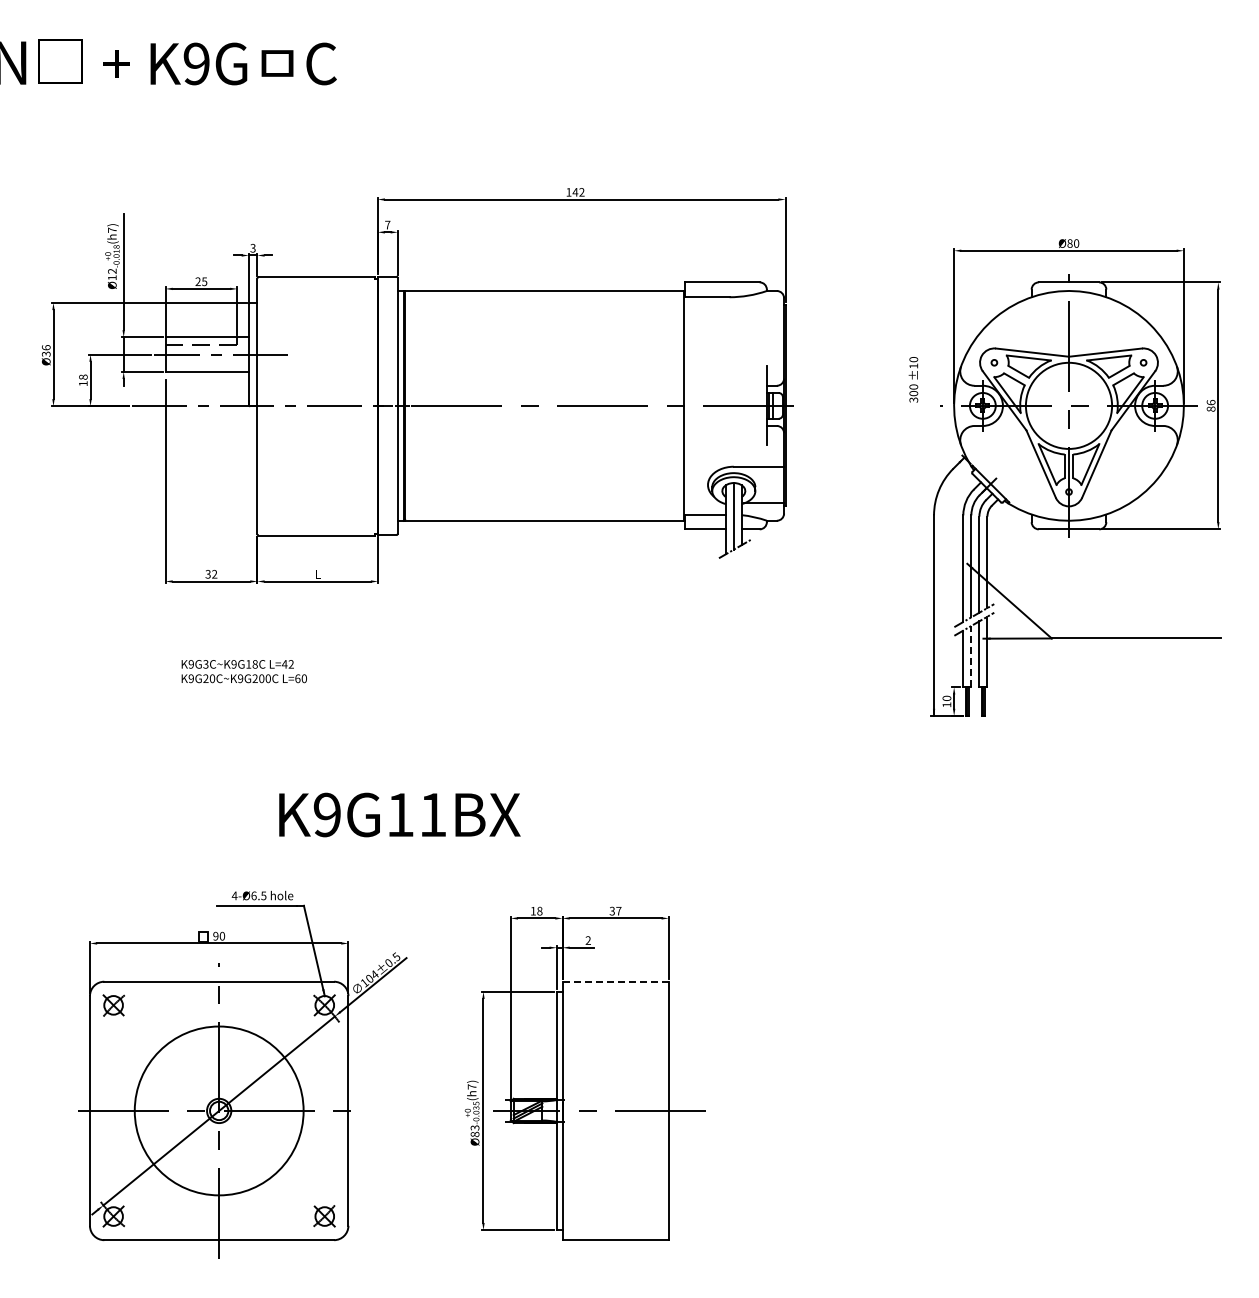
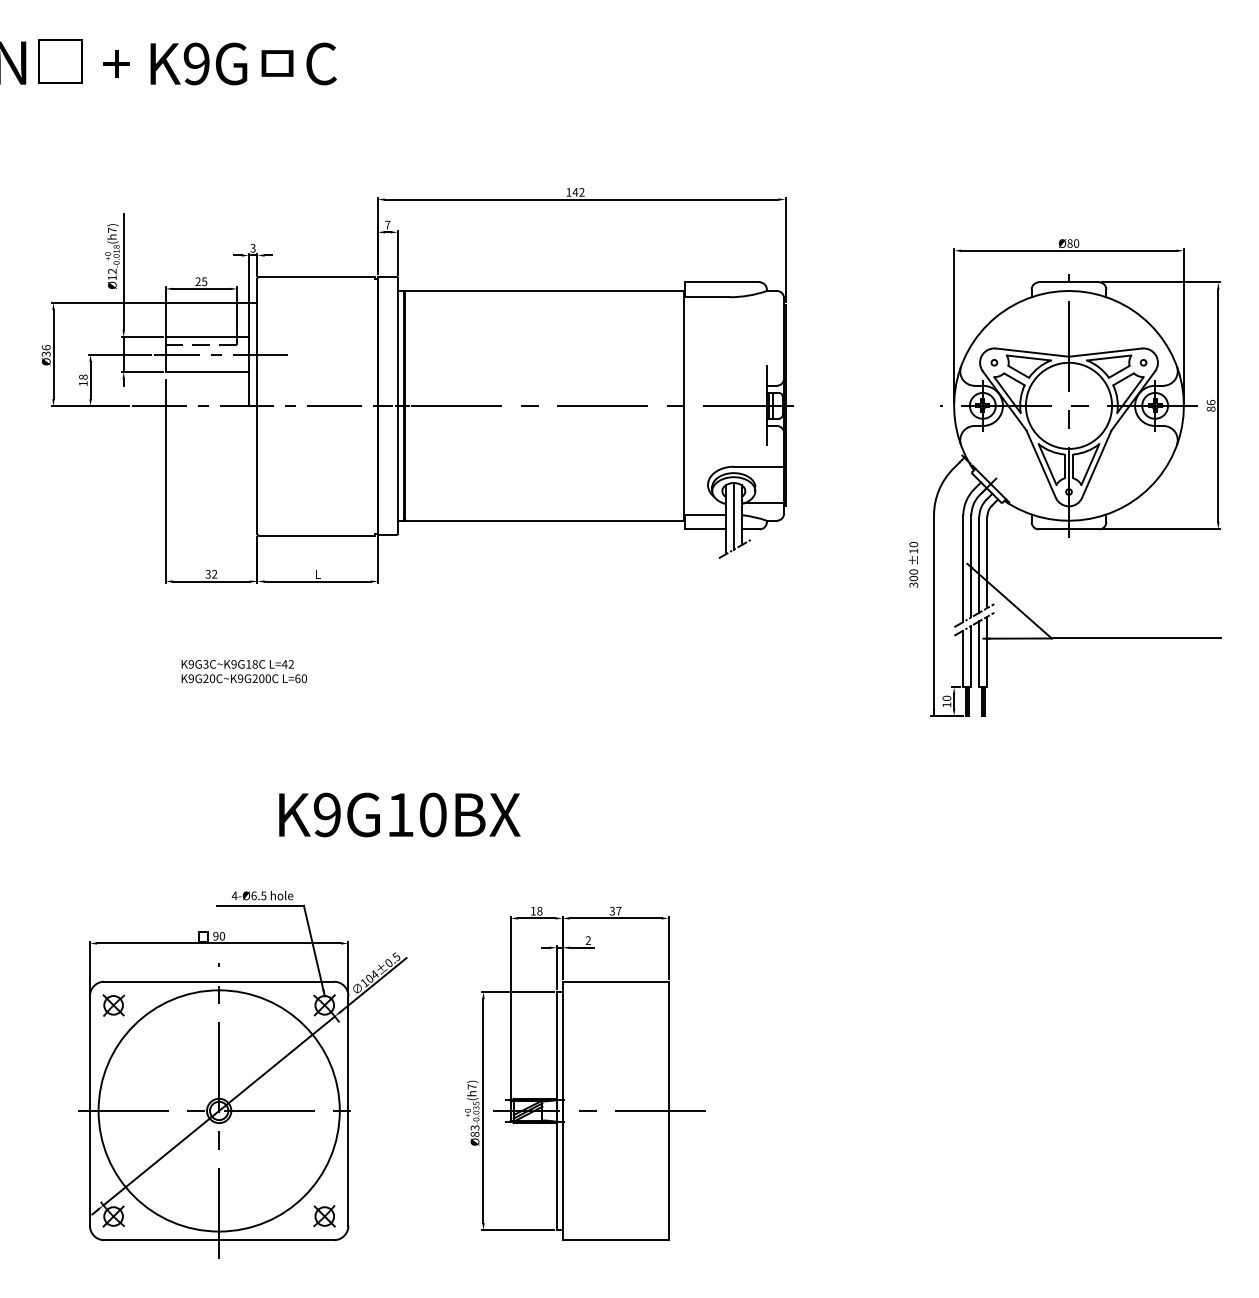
text at (913, 379) position: (913, 379) -> (913, 564)
line at (971, 656): dashed -> solid
text at (433, 814): K9G11BX -> K9G10BX
line at (616, 981): dashed -> solid
circle at (218, 1110) diameter: 169 px -> 241 px
